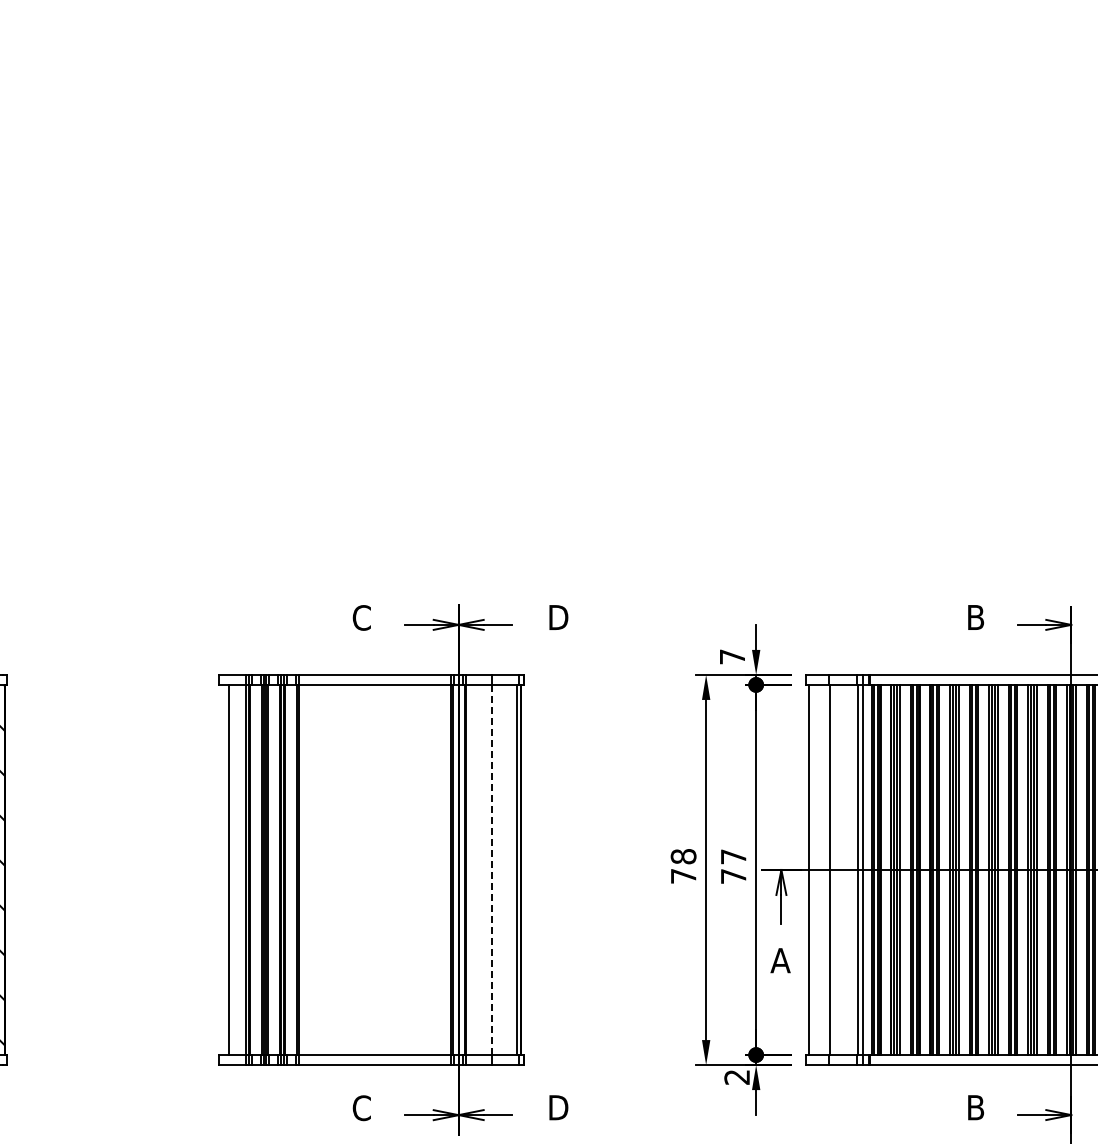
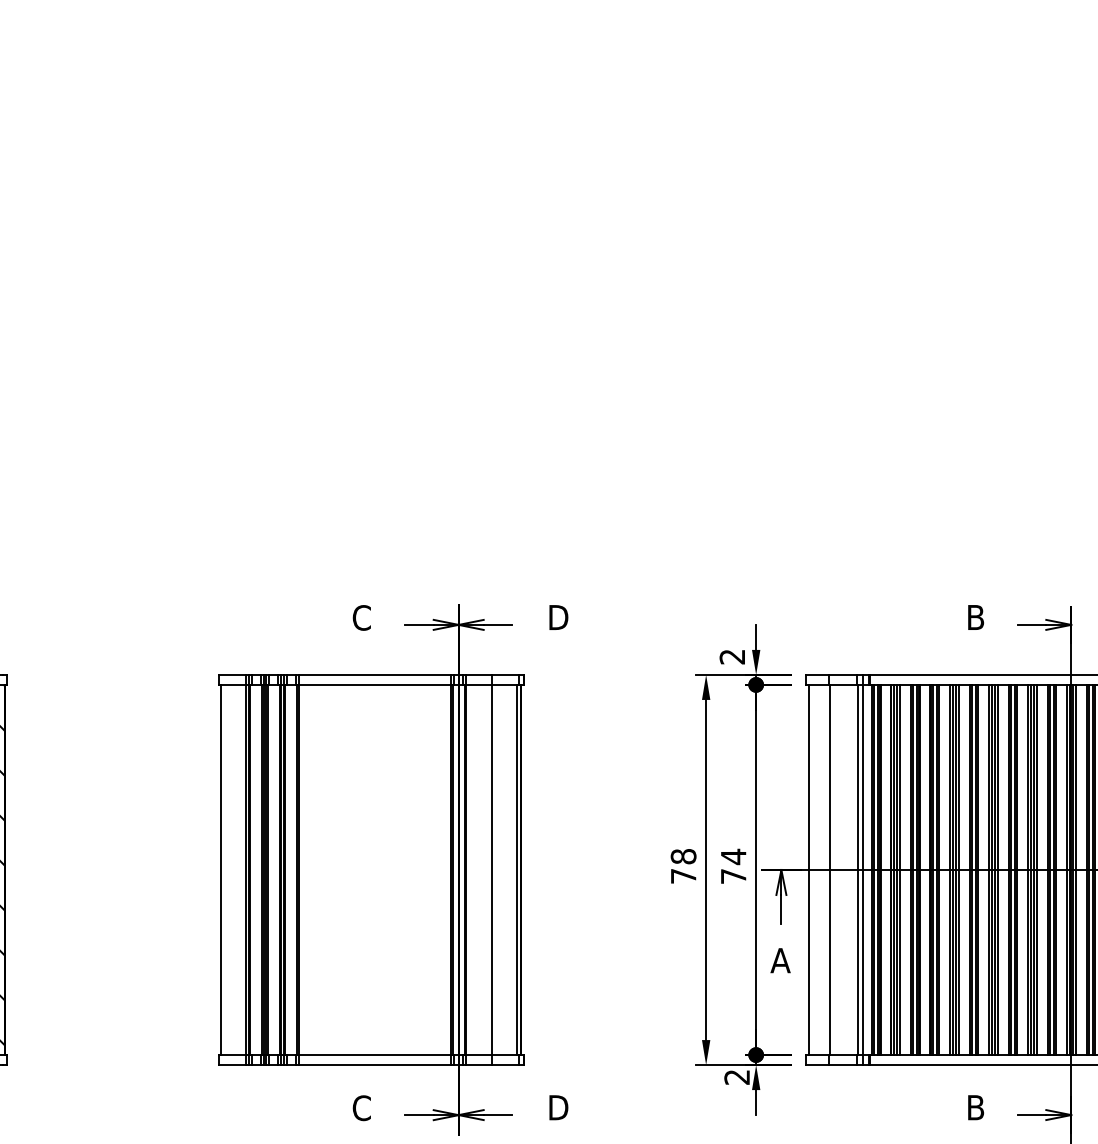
text at (731, 656): 7 -> 2
text at (733, 856): 77 -> 74
line at (229, 869) position: (229, 869) -> (221, 869)
line at (492, 870): dashed -> solid
